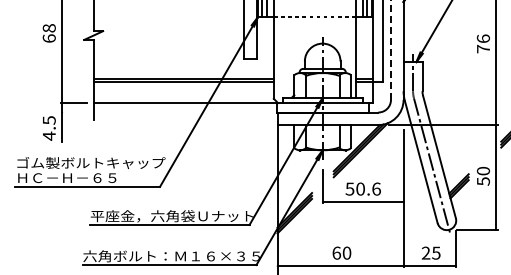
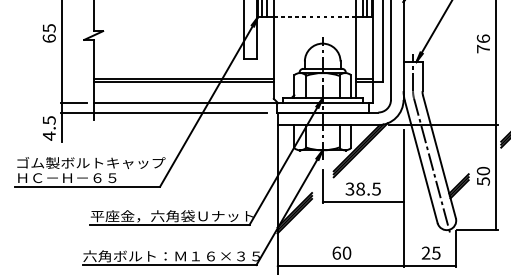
text at (48, 28): 68 -> 65
line at (390, 50): dashed -> solid
line at (164, 112): none -> present
text at (363, 188): 50.6 -> 38.5
